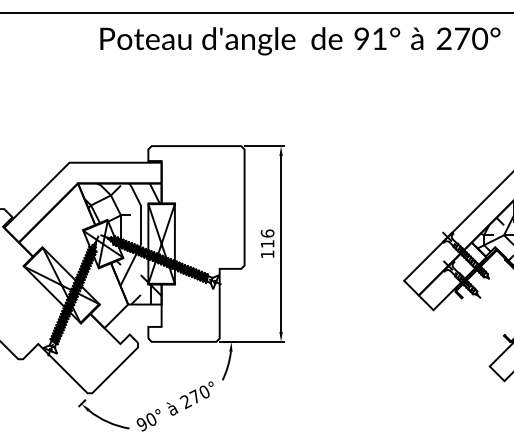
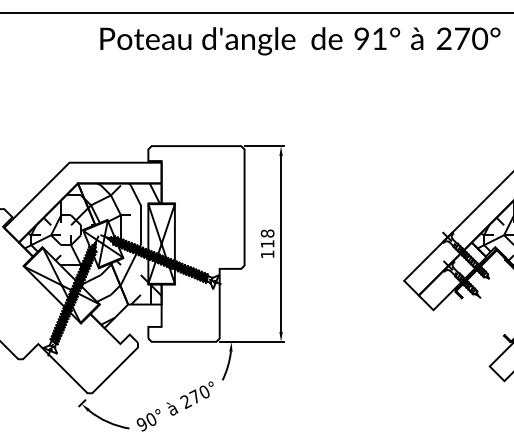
text at (267, 233): 116 -> 118
hatch at (72, 259): none -> present
